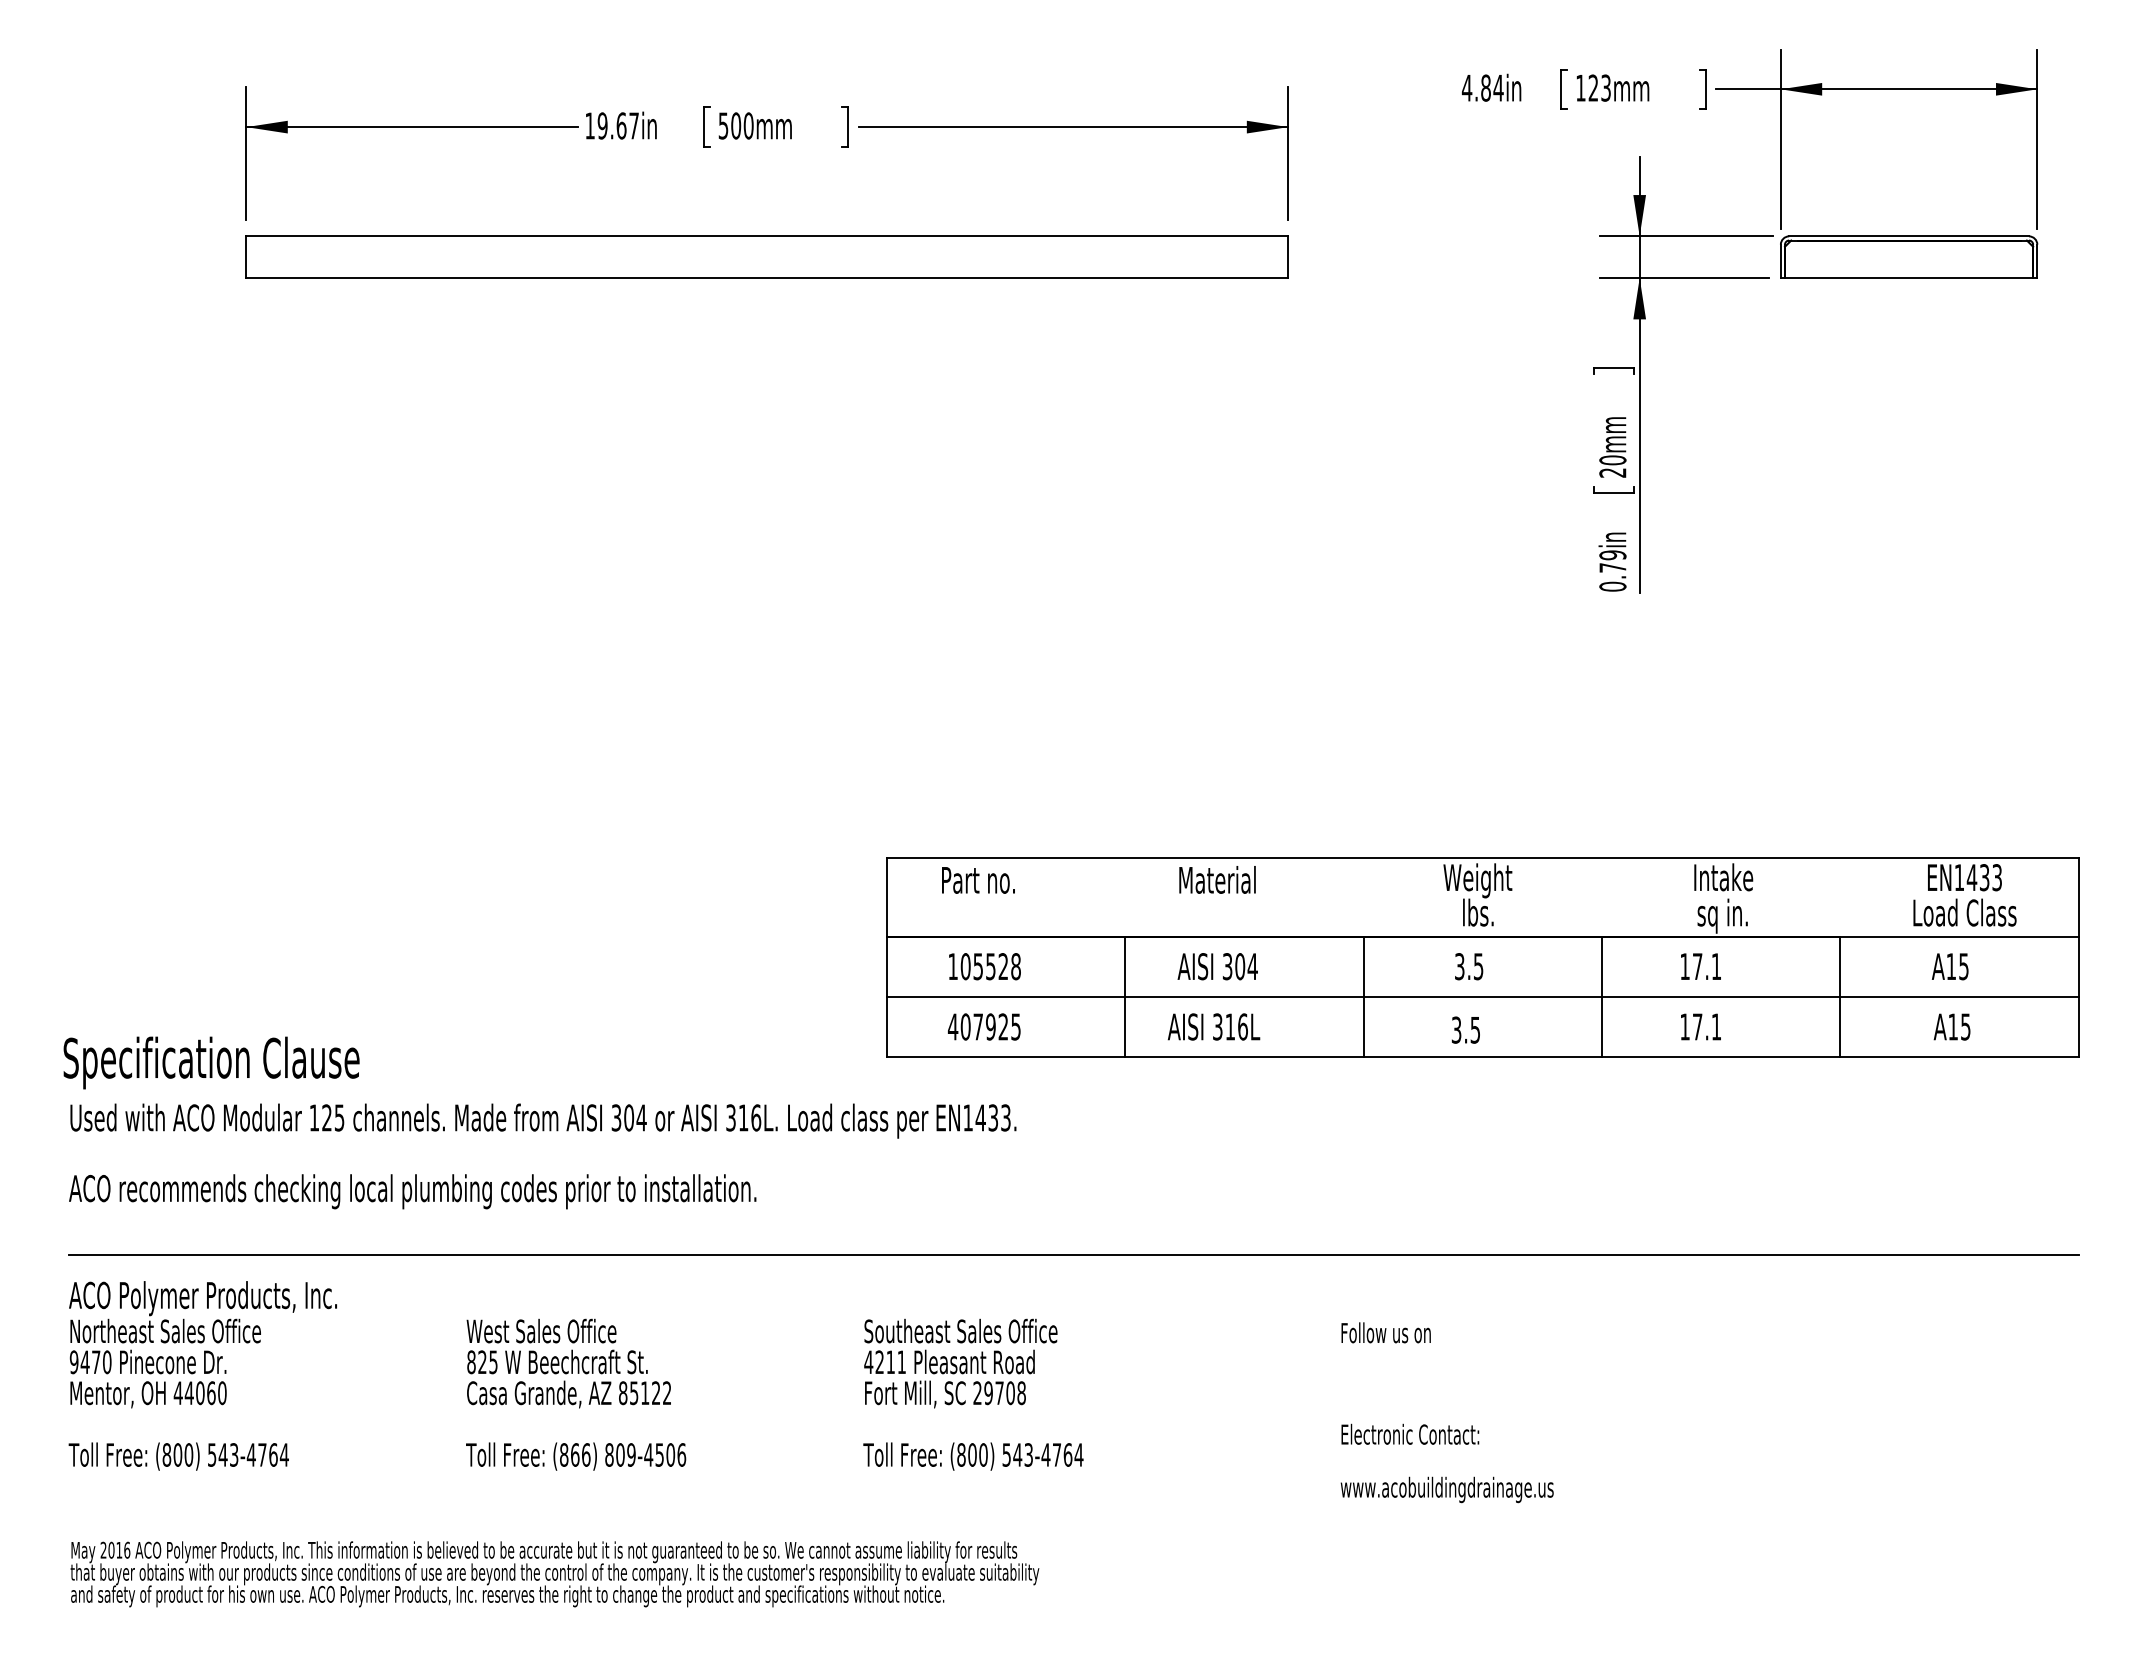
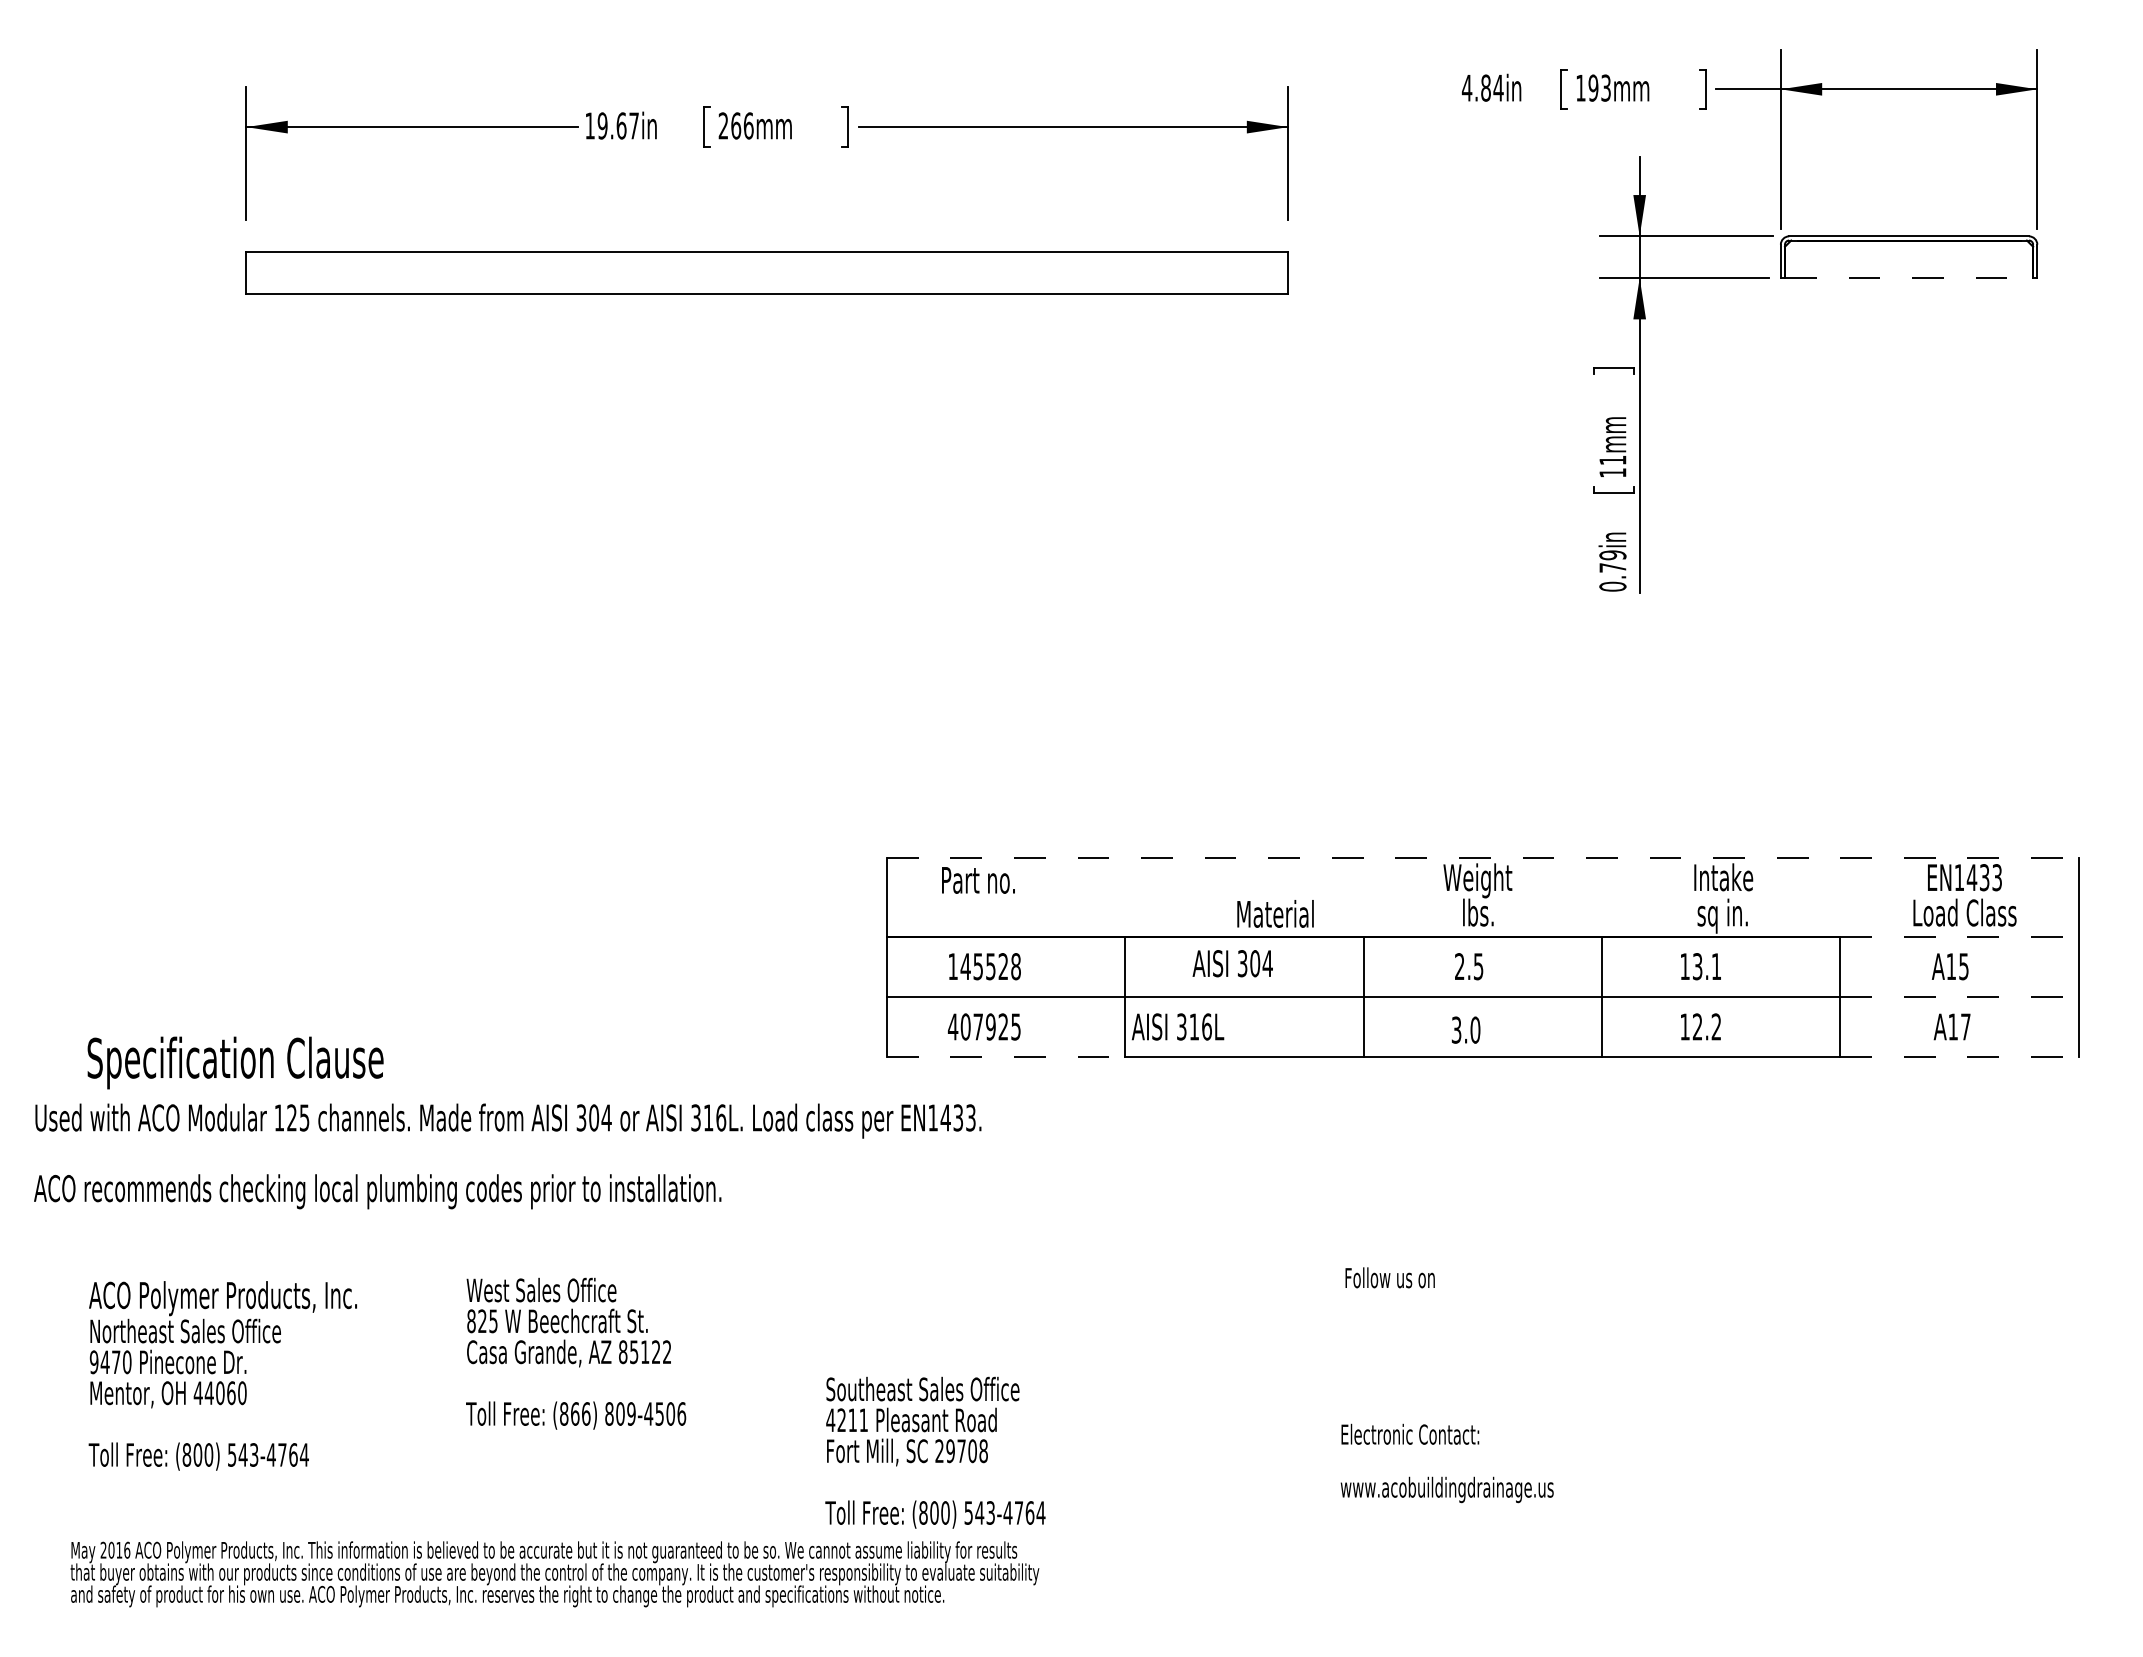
text at (1593, 87): 123mm -> 193mm
text at (735, 125): 500mm -> 266mm
part at (766, 256) position: (766, 256) -> (766, 272)
line at (1909, 278): solid -> dashed
text at (1612, 466): 20mm -> 11mm
line at (1482, 857): solid -> dashed
text at (1217, 879) position: (1217, 879) -> (1275, 913)
line at (1960, 937): solid -> dashed
text at (965, 966): 105528 -> 145528
text at (1217, 966) position: (1217, 966) -> (1232, 963)
text at (1459, 966): 3.5 -> 2.5
text at (1697, 966): 17.1 -> 13.1
line at (1960, 997): solid -> dashed
text at (1213, 1026) position: (1213, 1026) -> (1177, 1026)
text at (1706, 1026): 17.1 -> 12.2
text at (1965, 1026): A15 -> A17
text at (1475, 1029): 3.5 -> 3.0
line at (1006, 1056): solid -> dashed
line at (1960, 1056): solid -> dashed
text at (211, 1062) position: (211, 1062) -> (235, 1062)
text at (542, 1156) position: (542, 1156) -> (507, 1156)
line at (1073, 1255): present -> none
text at (1385, 1332) position: (1385, 1332) -> (1389, 1277)
text at (202, 1375) position: (202, 1375) -> (222, 1375)
text at (576, 1394) position: (576, 1394) -> (576, 1353)
text at (973, 1394) position: (973, 1394) -> (935, 1452)
